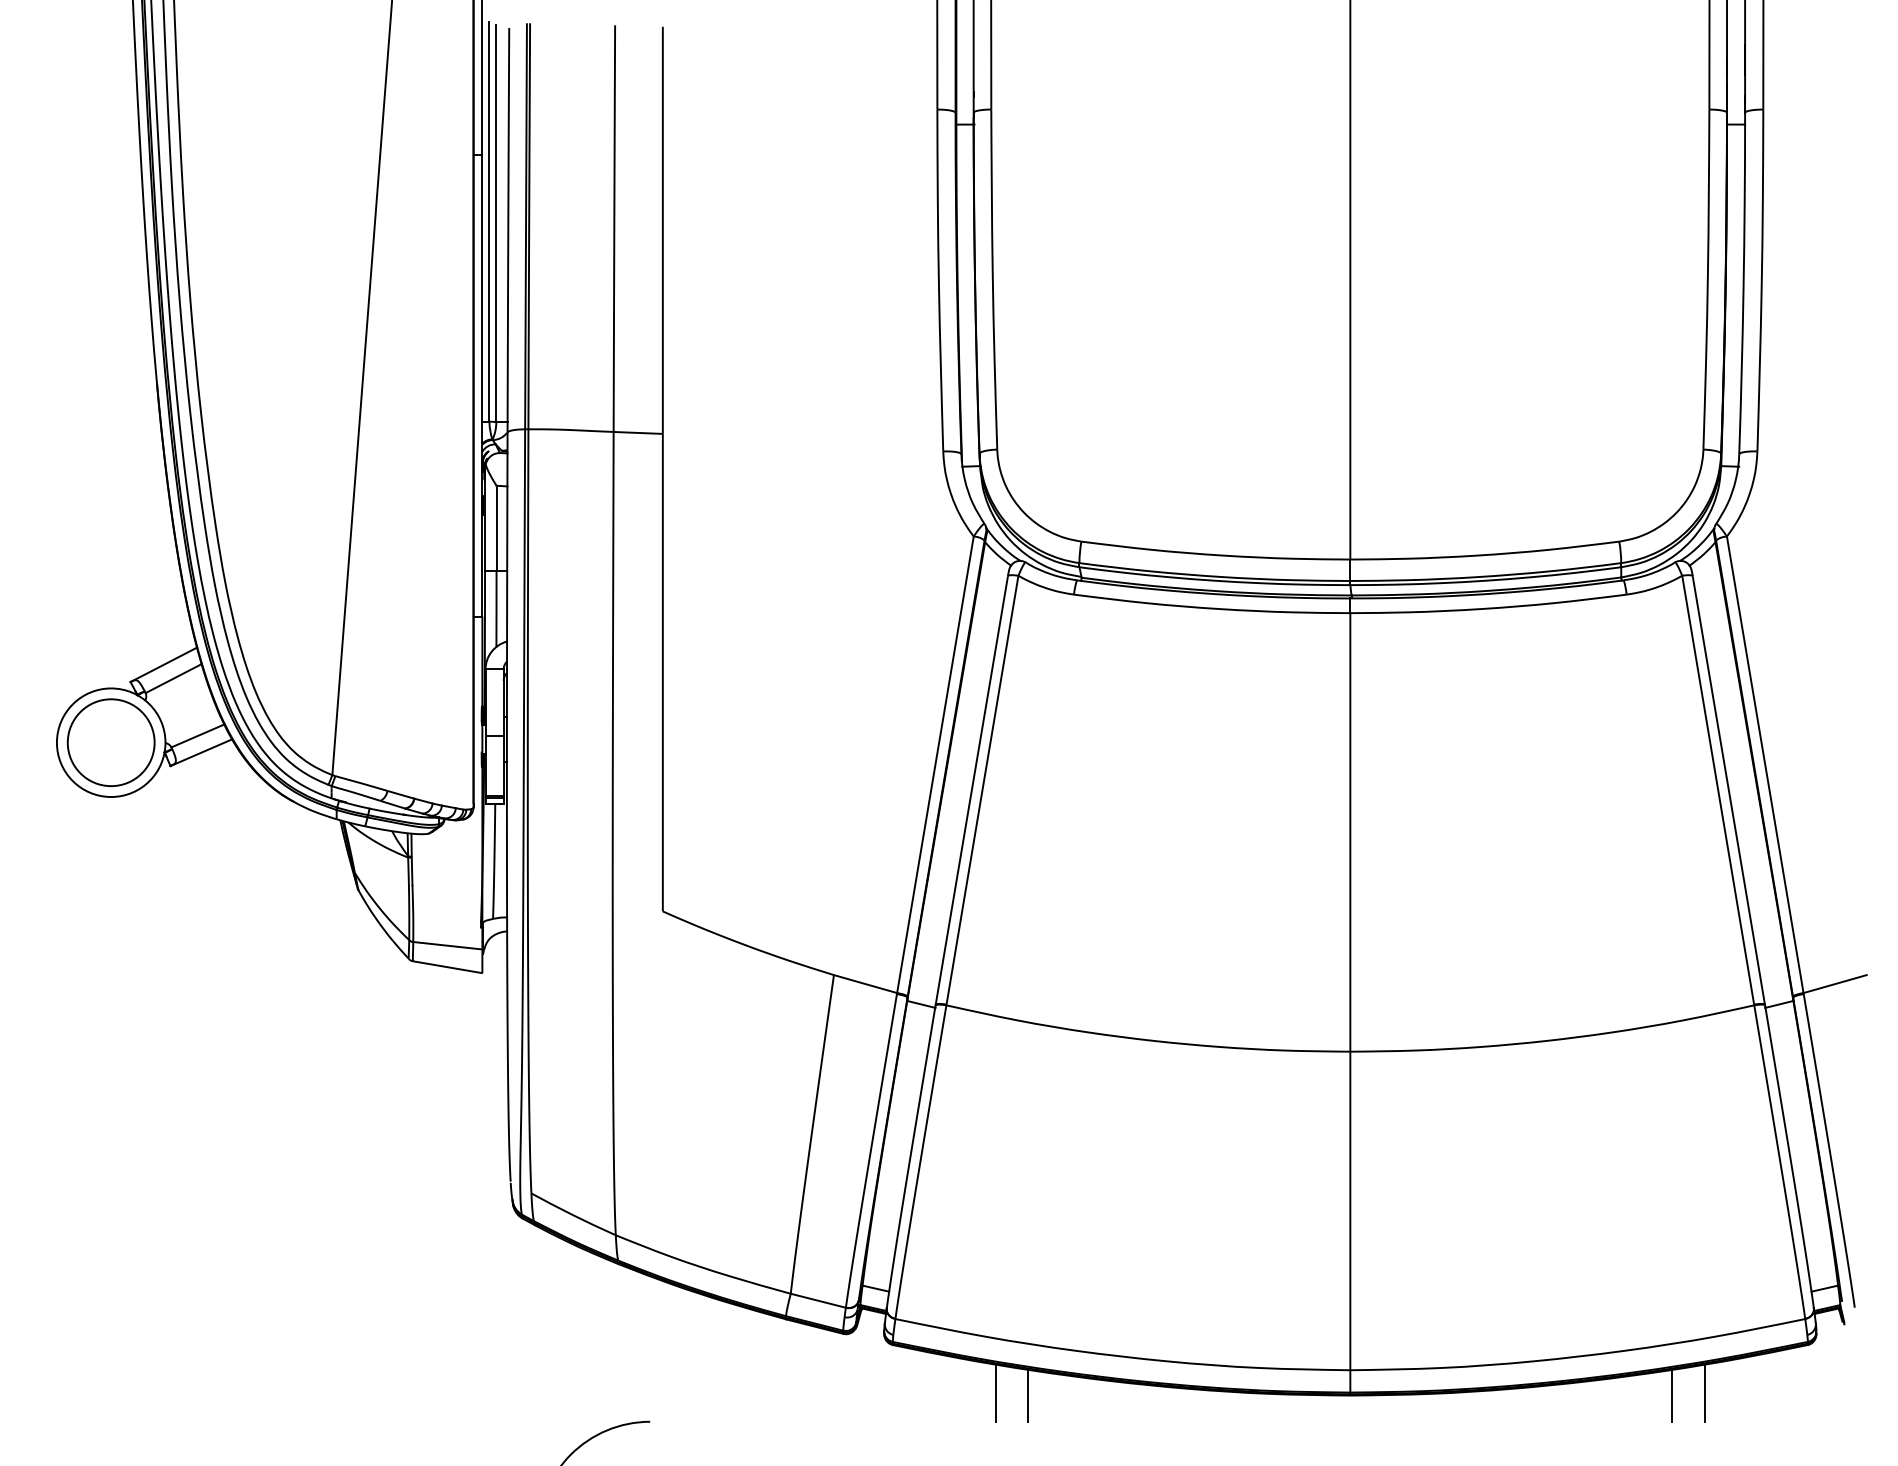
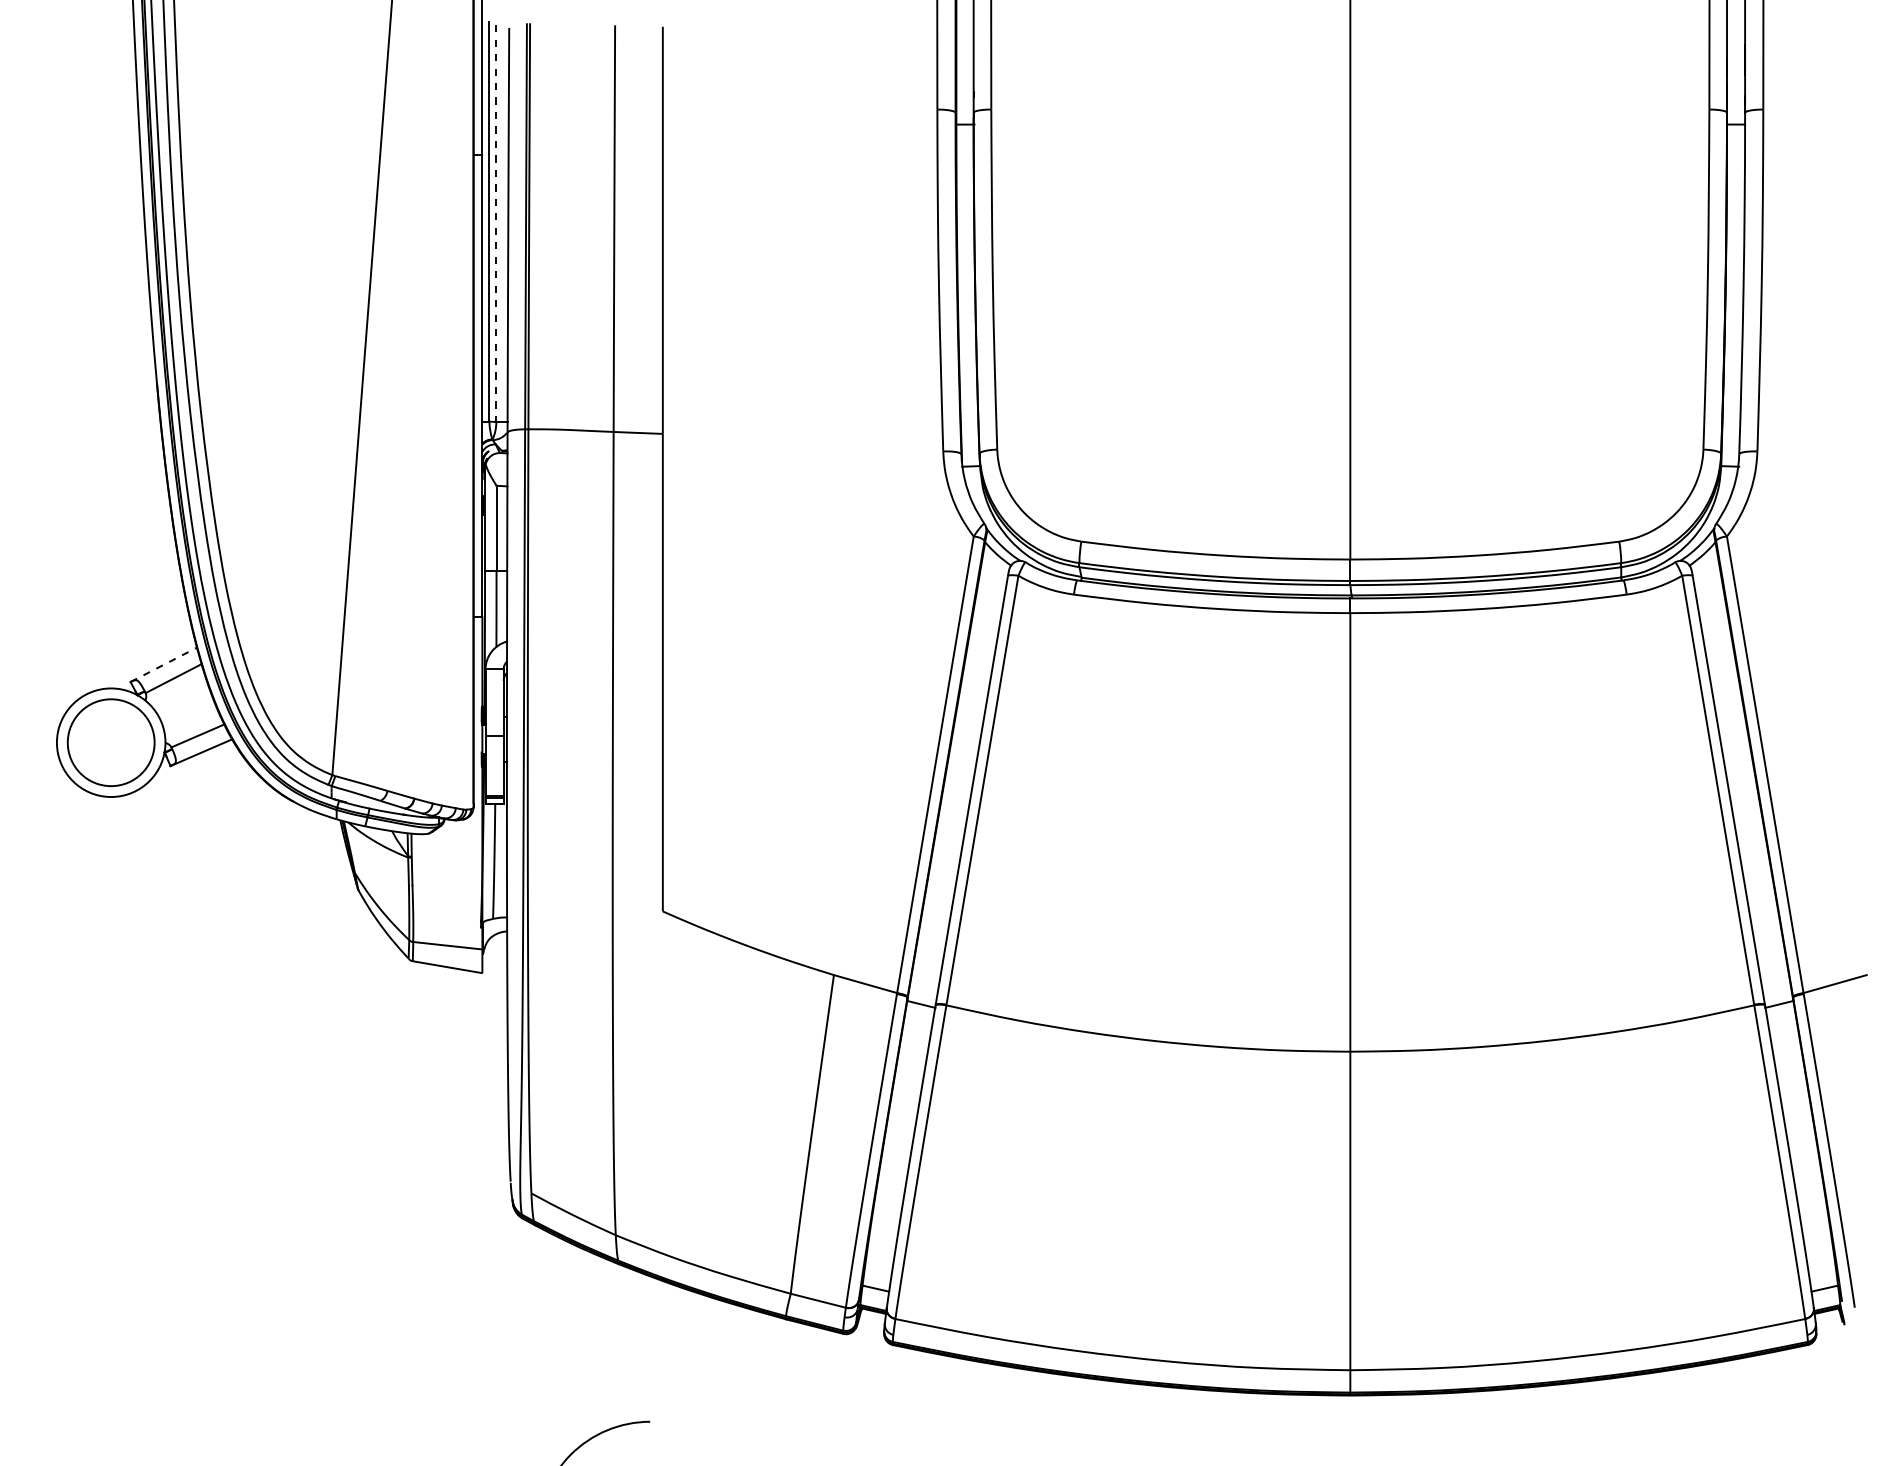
line at (496, 224): solid -> dashed
line at (164, 664): solid -> dashed
line at (995, 1392): present -> none
line at (1704, 1392): present -> none
line at (1028, 1395): present -> none
line at (1672, 1395): present -> none
